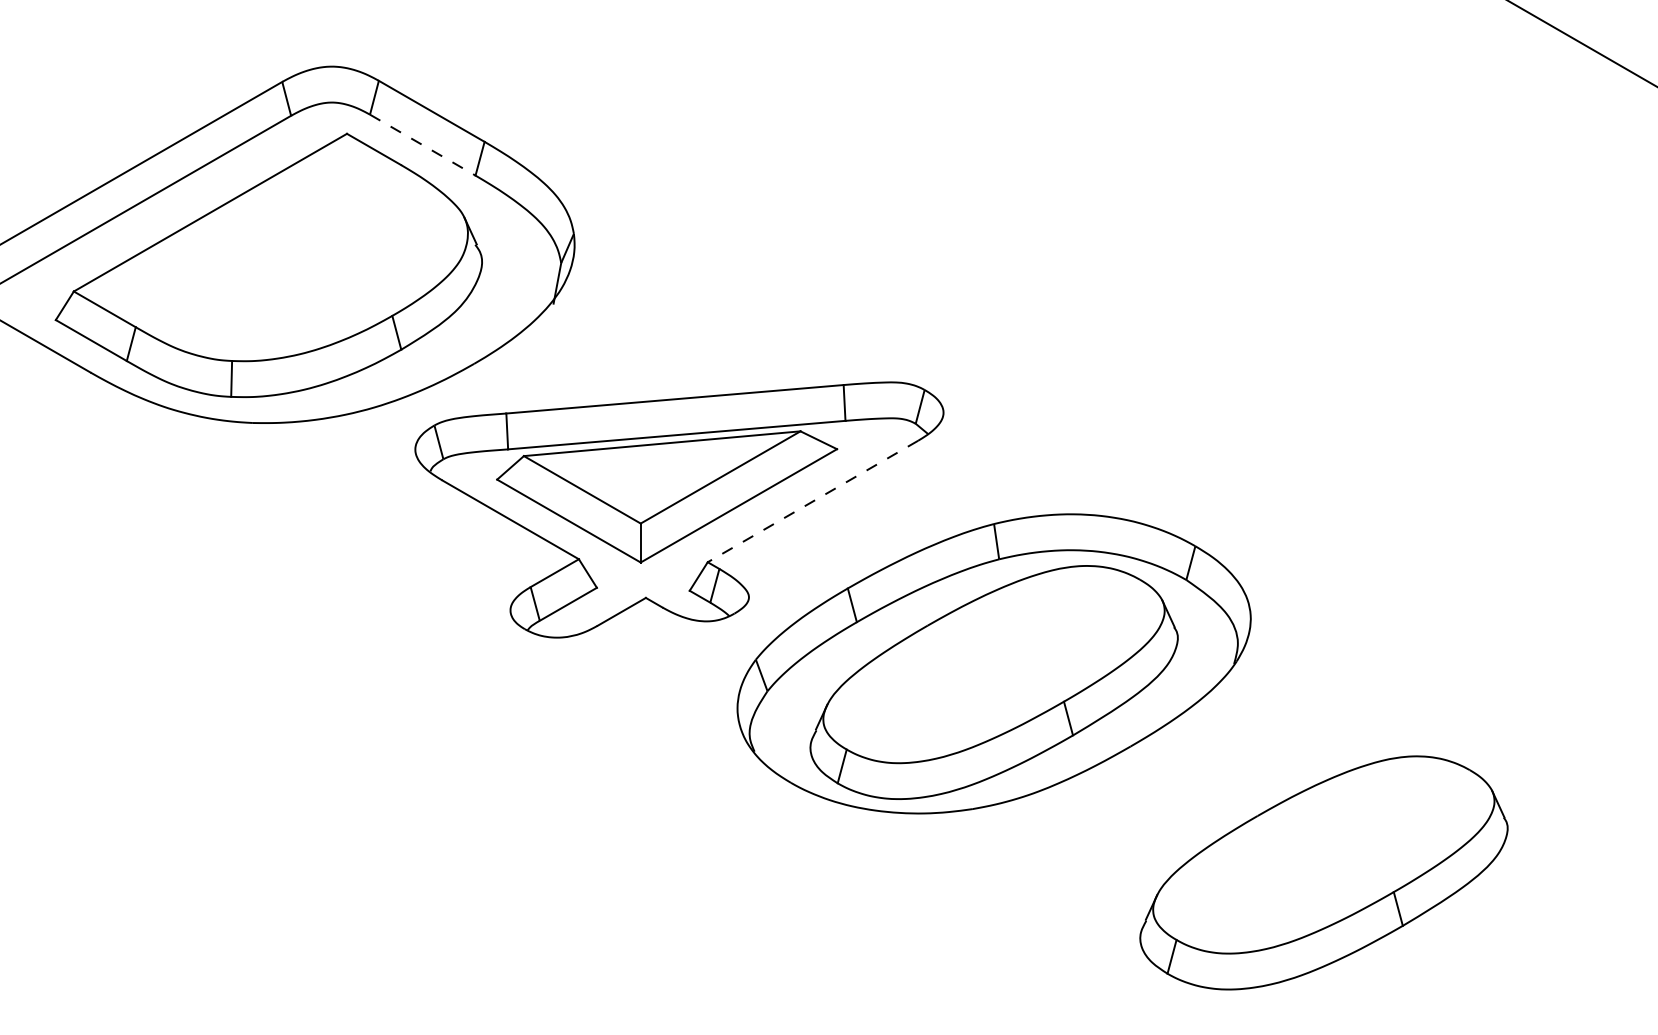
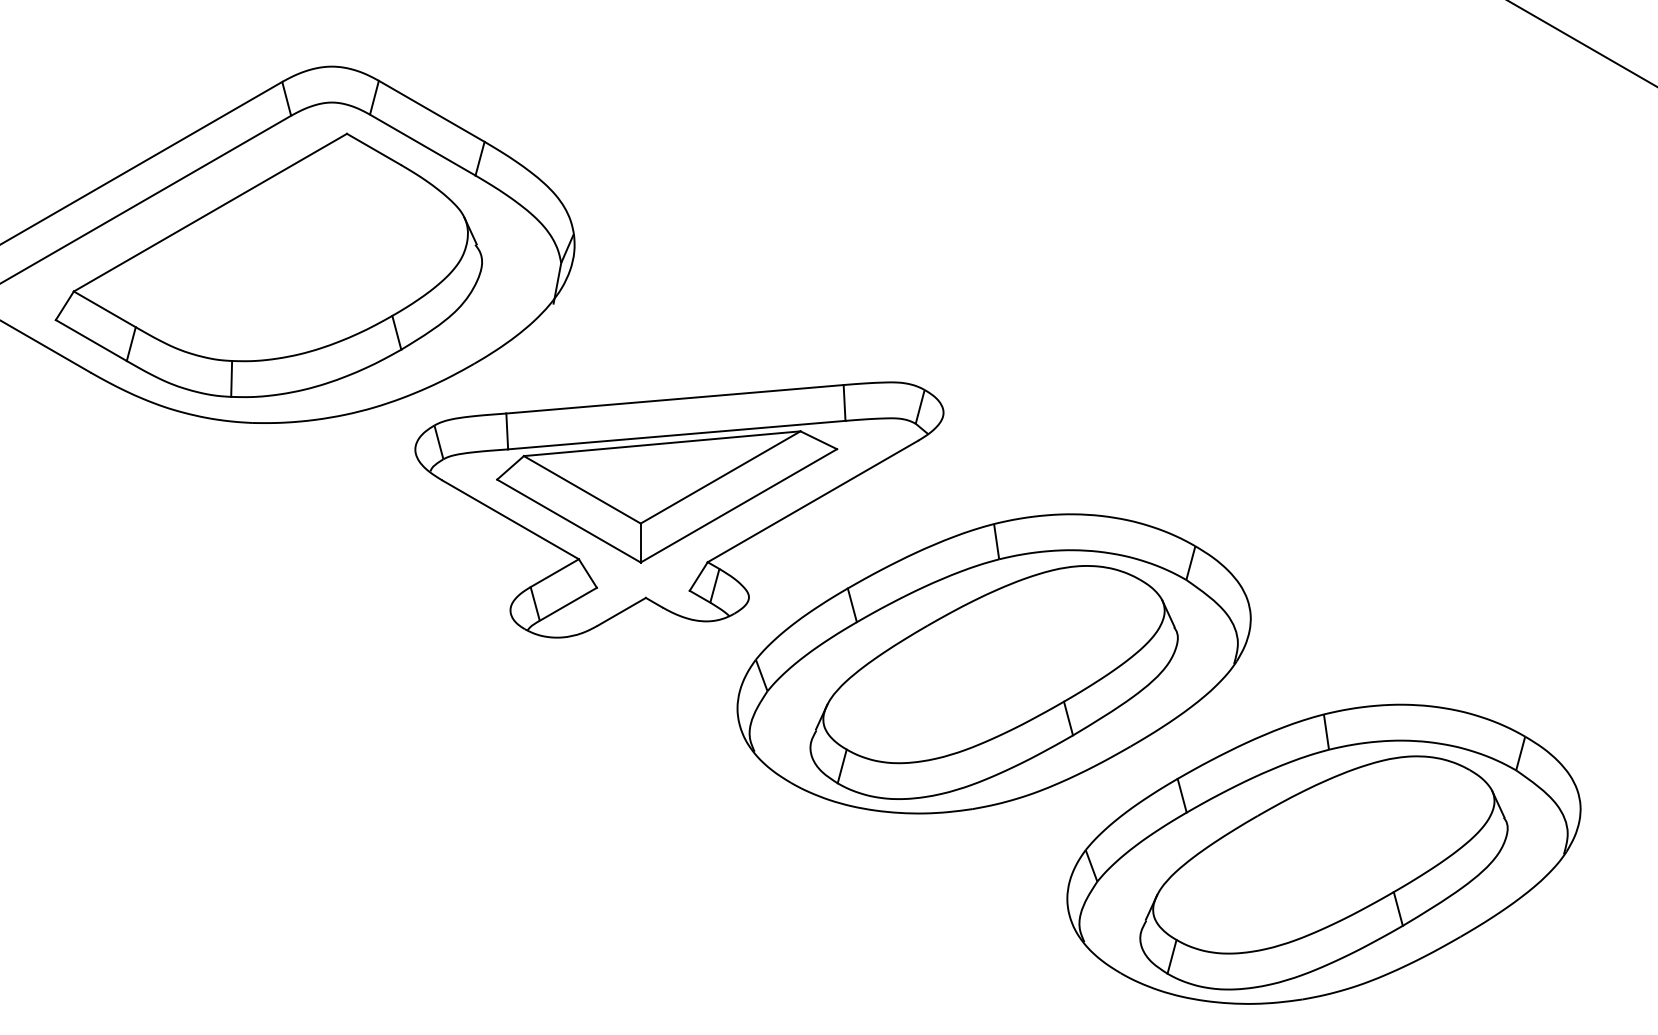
line at (422, 145): dashed -> solid
line at (812, 501): dashed -> solid
part at (1323, 853): none -> present
